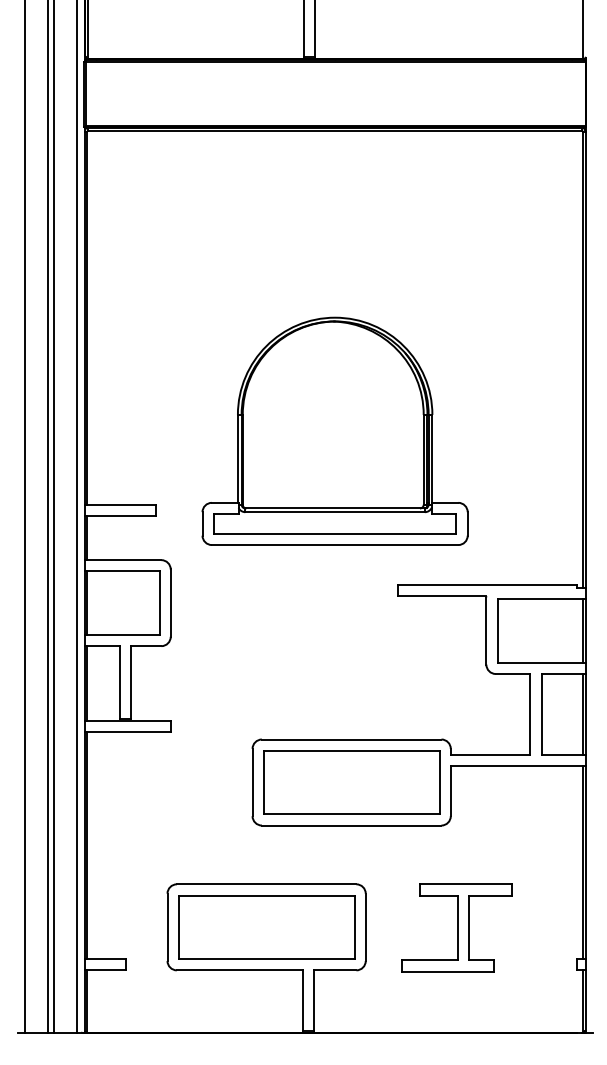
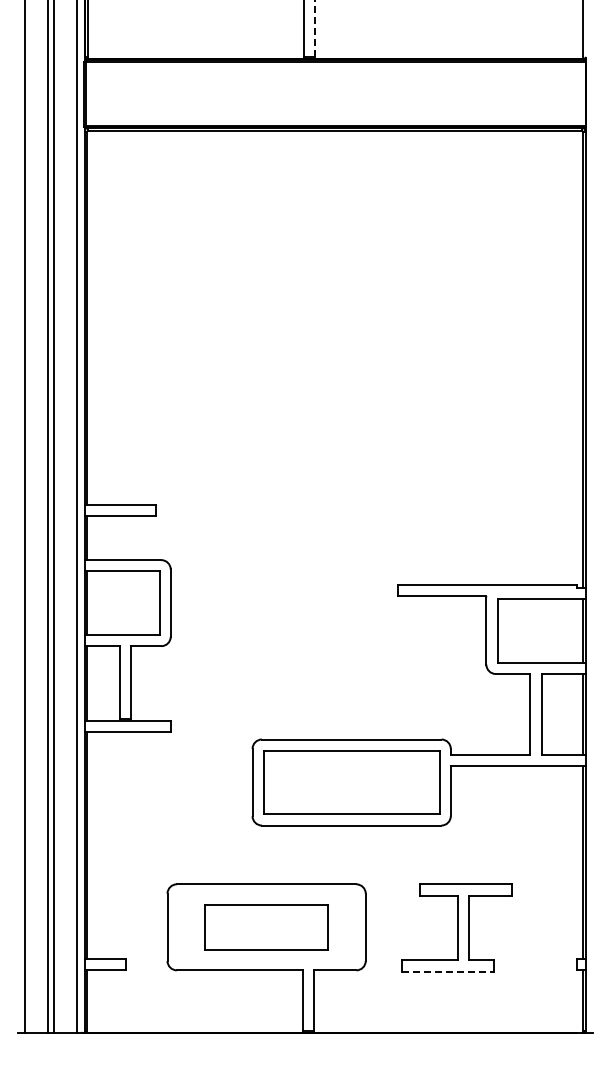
line at (315, 28): solid -> dashed
part at (334, 430): present -> none
part at (266, 927) size: 178x65 px -> 125x47 px
line at (448, 971): solid -> dashed
